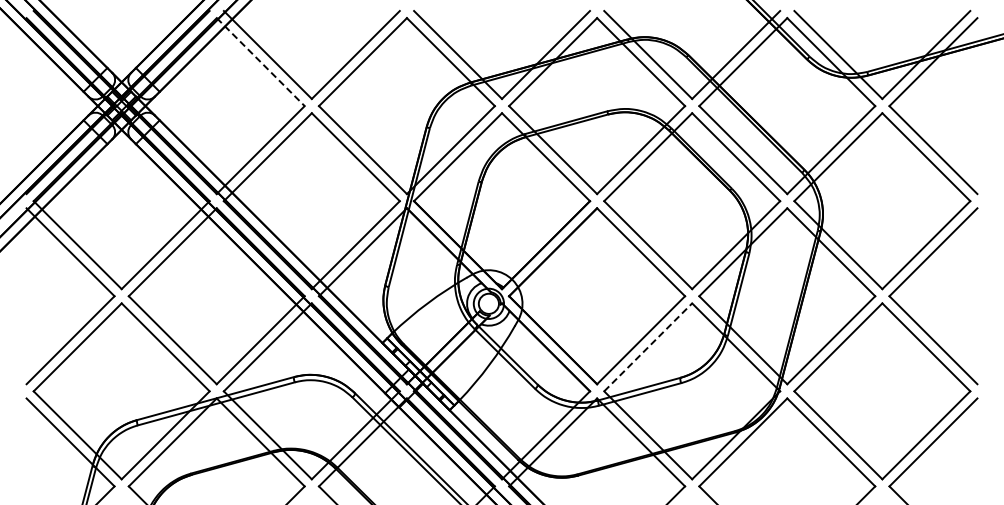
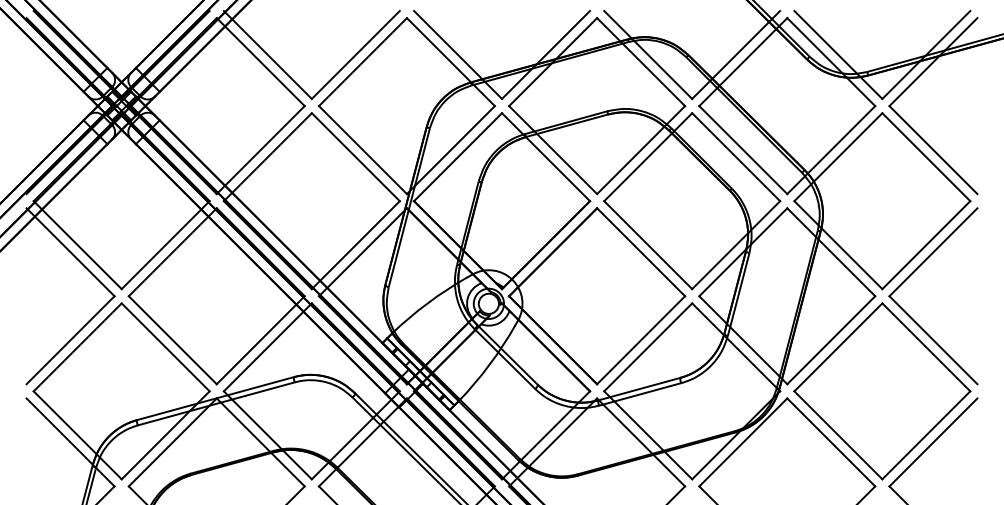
line at (261, 62): dashed -> solid
line at (648, 347): dashed -> solid
